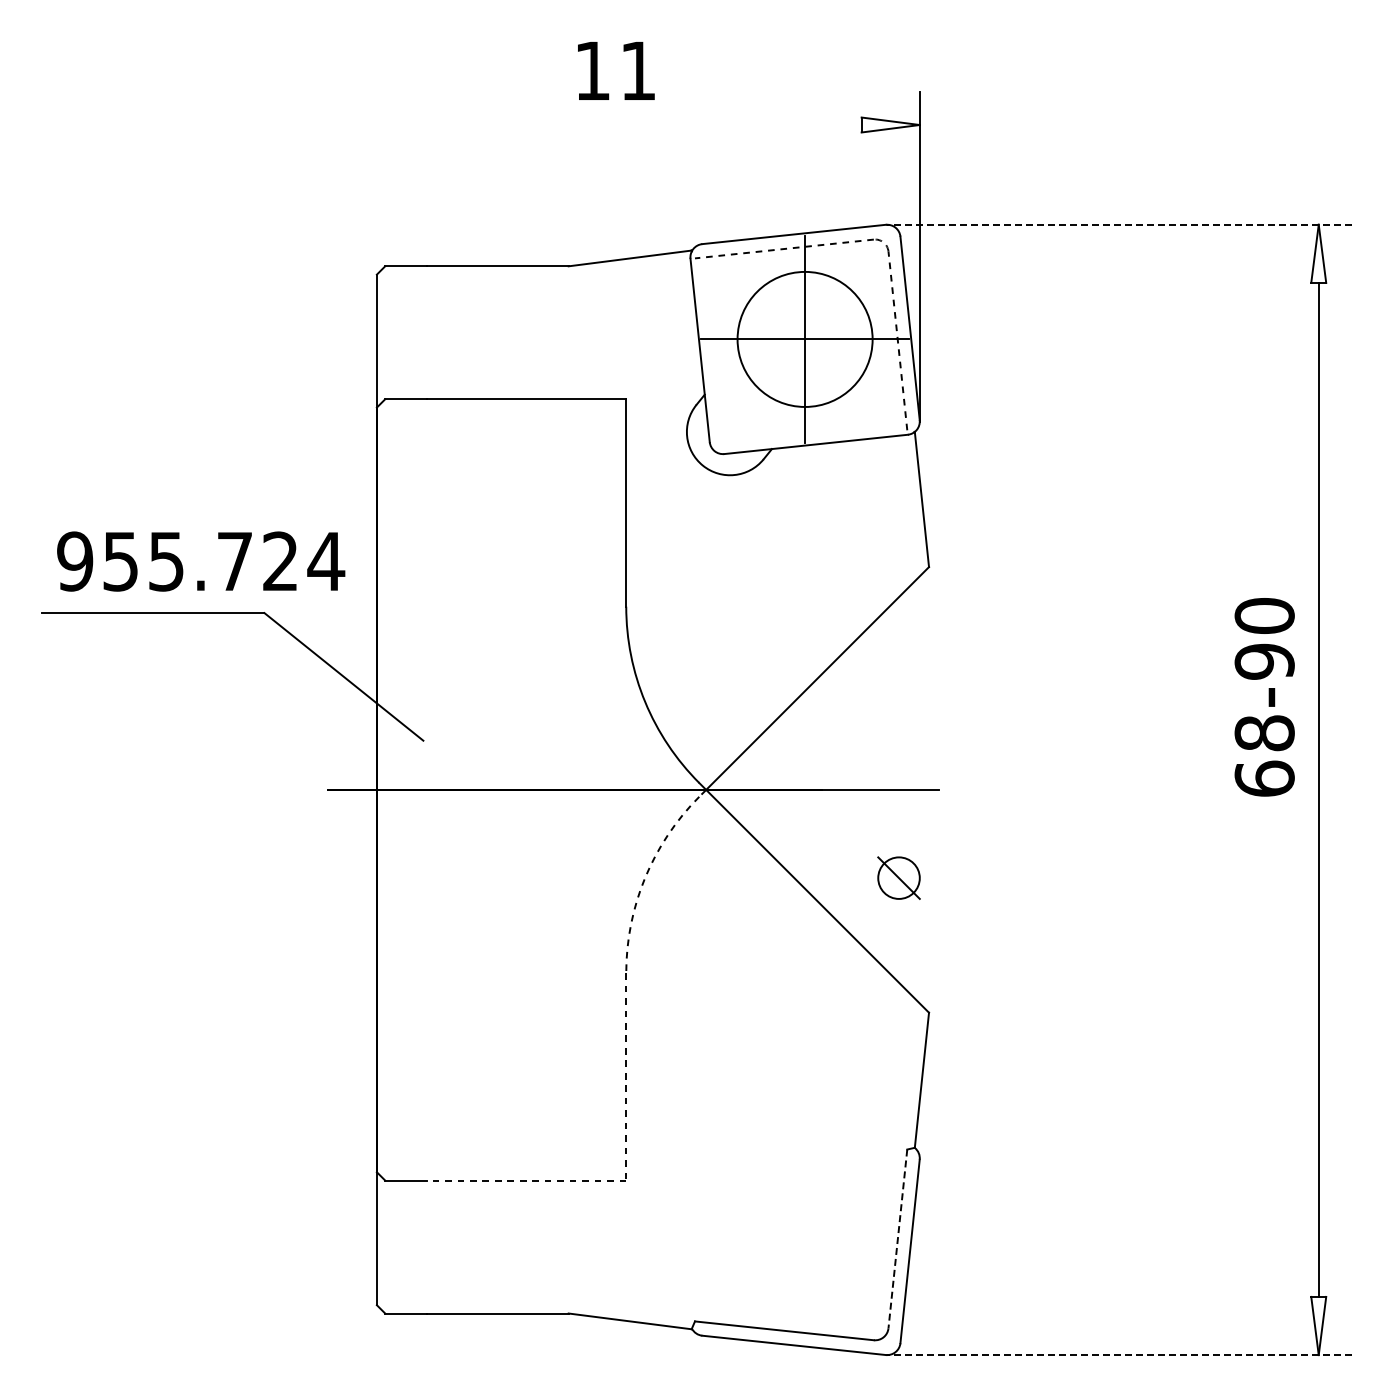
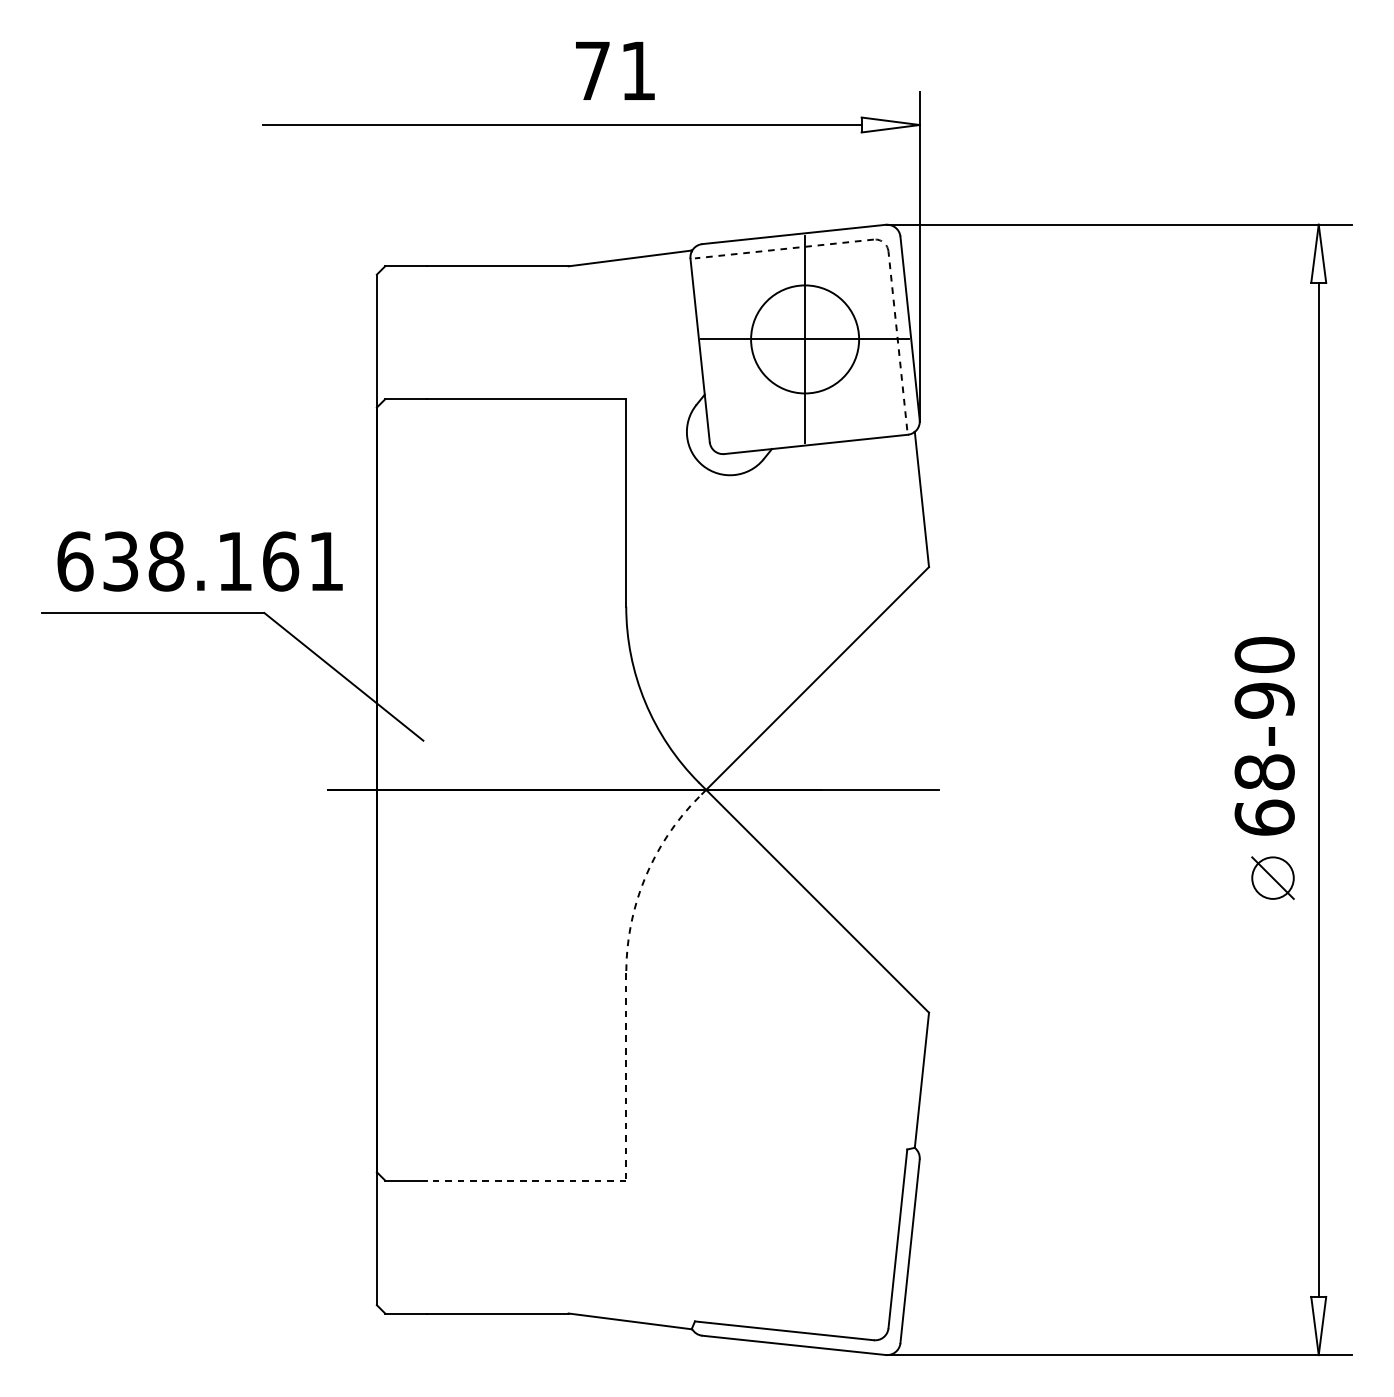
text at (592, 70): 11 -> 71
line at (561, 125): none -> present
line at (1119, 224): dashed -> solid
circle at (804, 338) diameter: 135 px -> 108 px
text at (201, 561): 955.724 -> 638.161
text at (1264, 697) position: (1264, 697) -> (1264, 736)
part at (898, 877) position: (898, 877) -> (1272, 877)
line at (897, 1238): dashed -> solid
line at (1119, 1355): dashed -> solid
